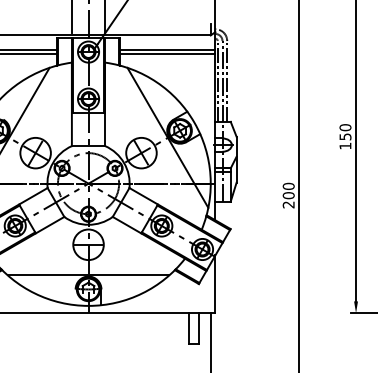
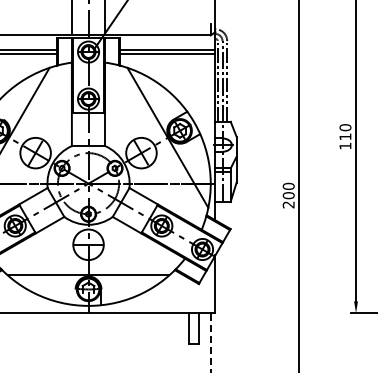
text at (345, 136): 150 -> 110
line at (210, 342): solid -> dashed
